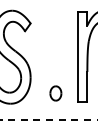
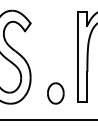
part at (55, 93) size: 14x17 px -> 18x23 px
line at (49, 119): dashed -> solid
